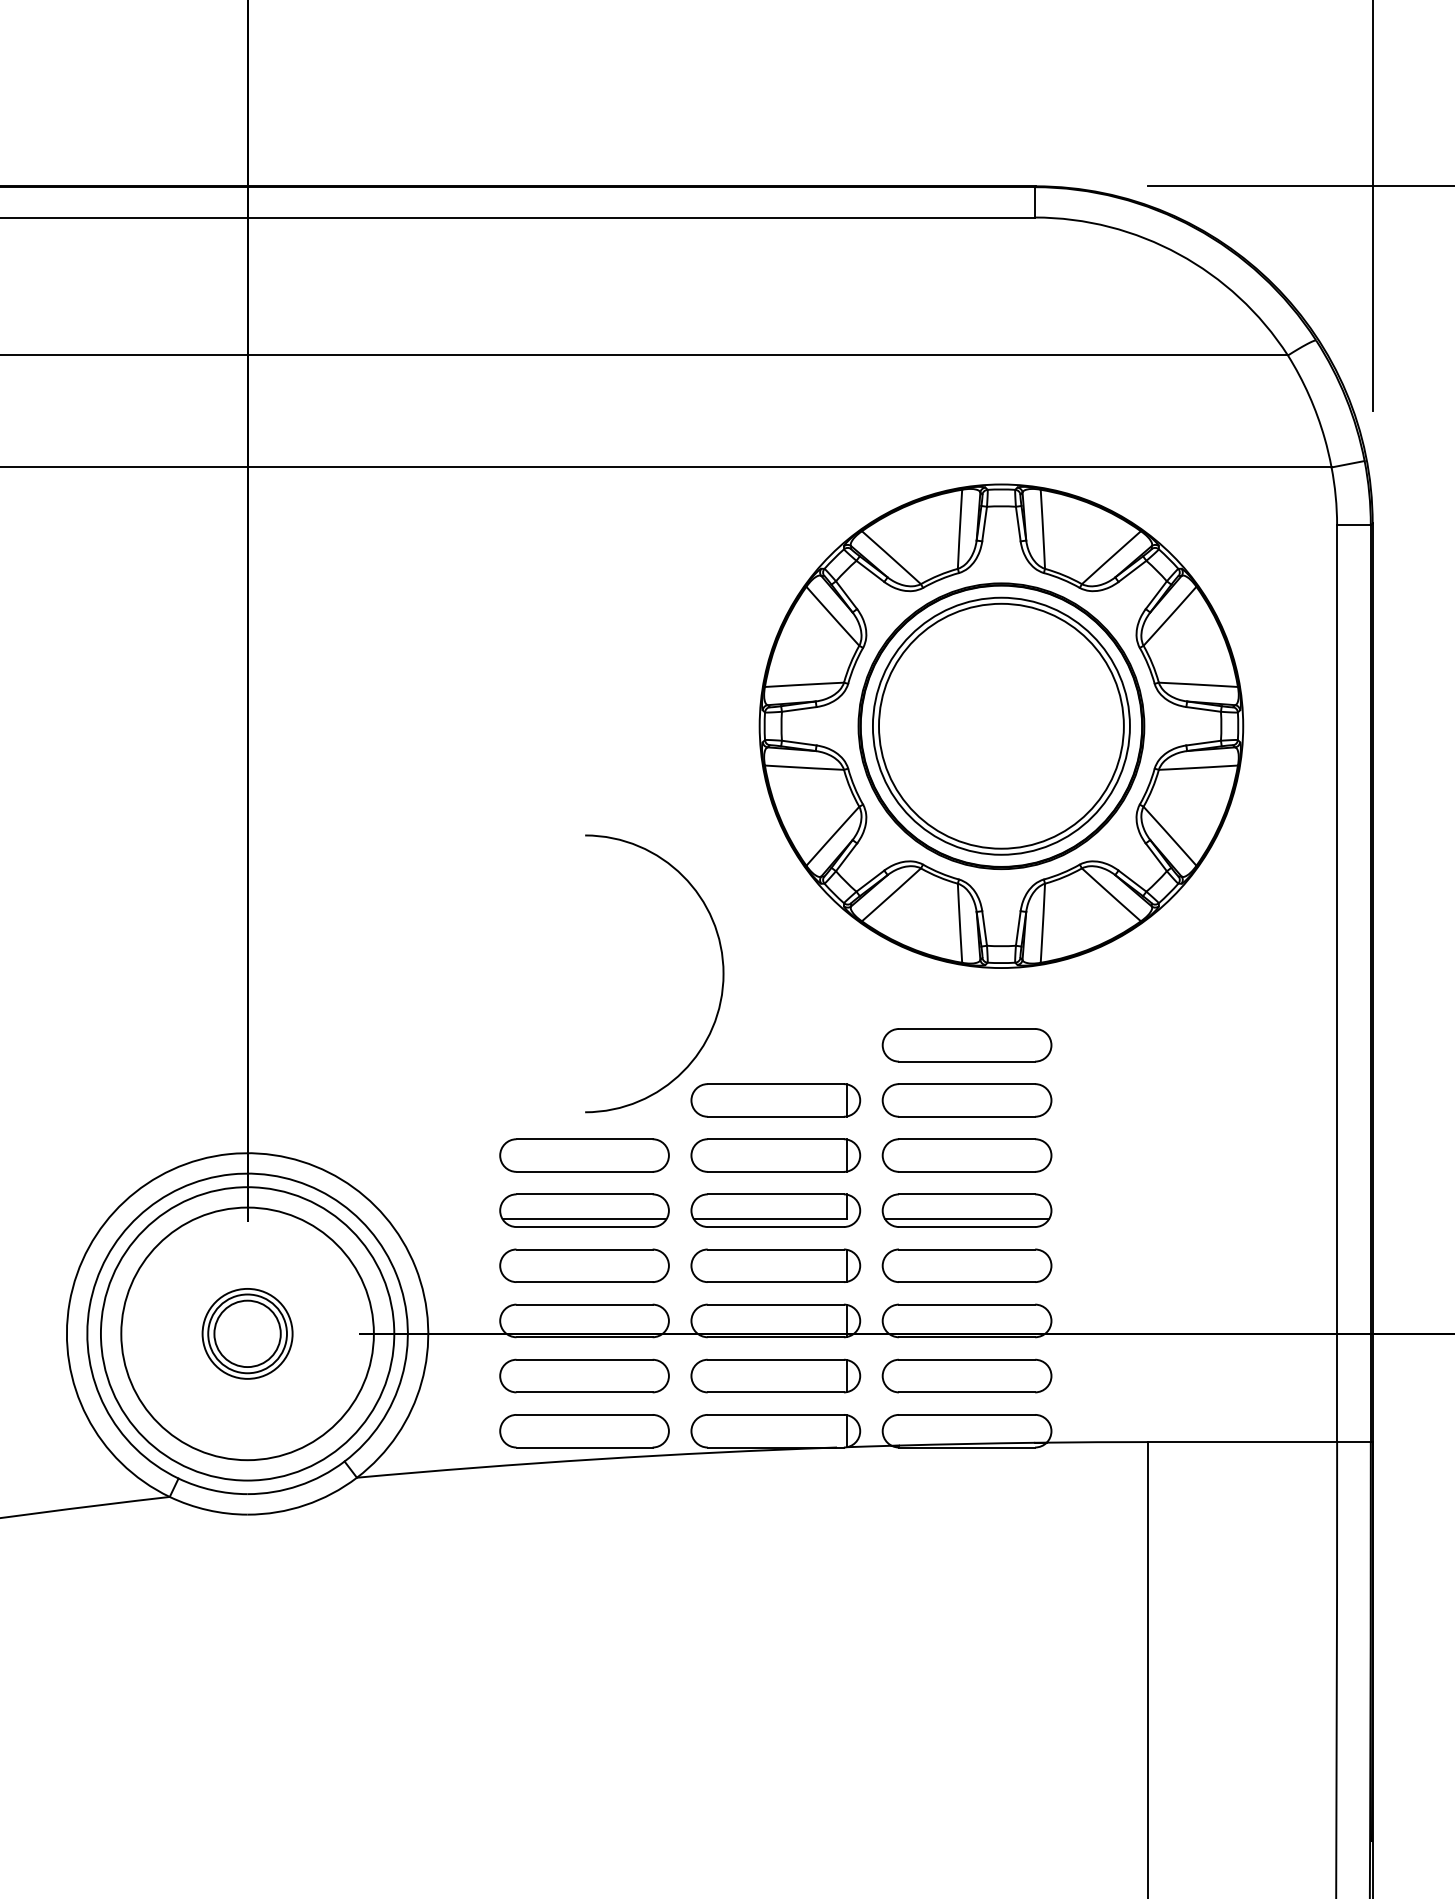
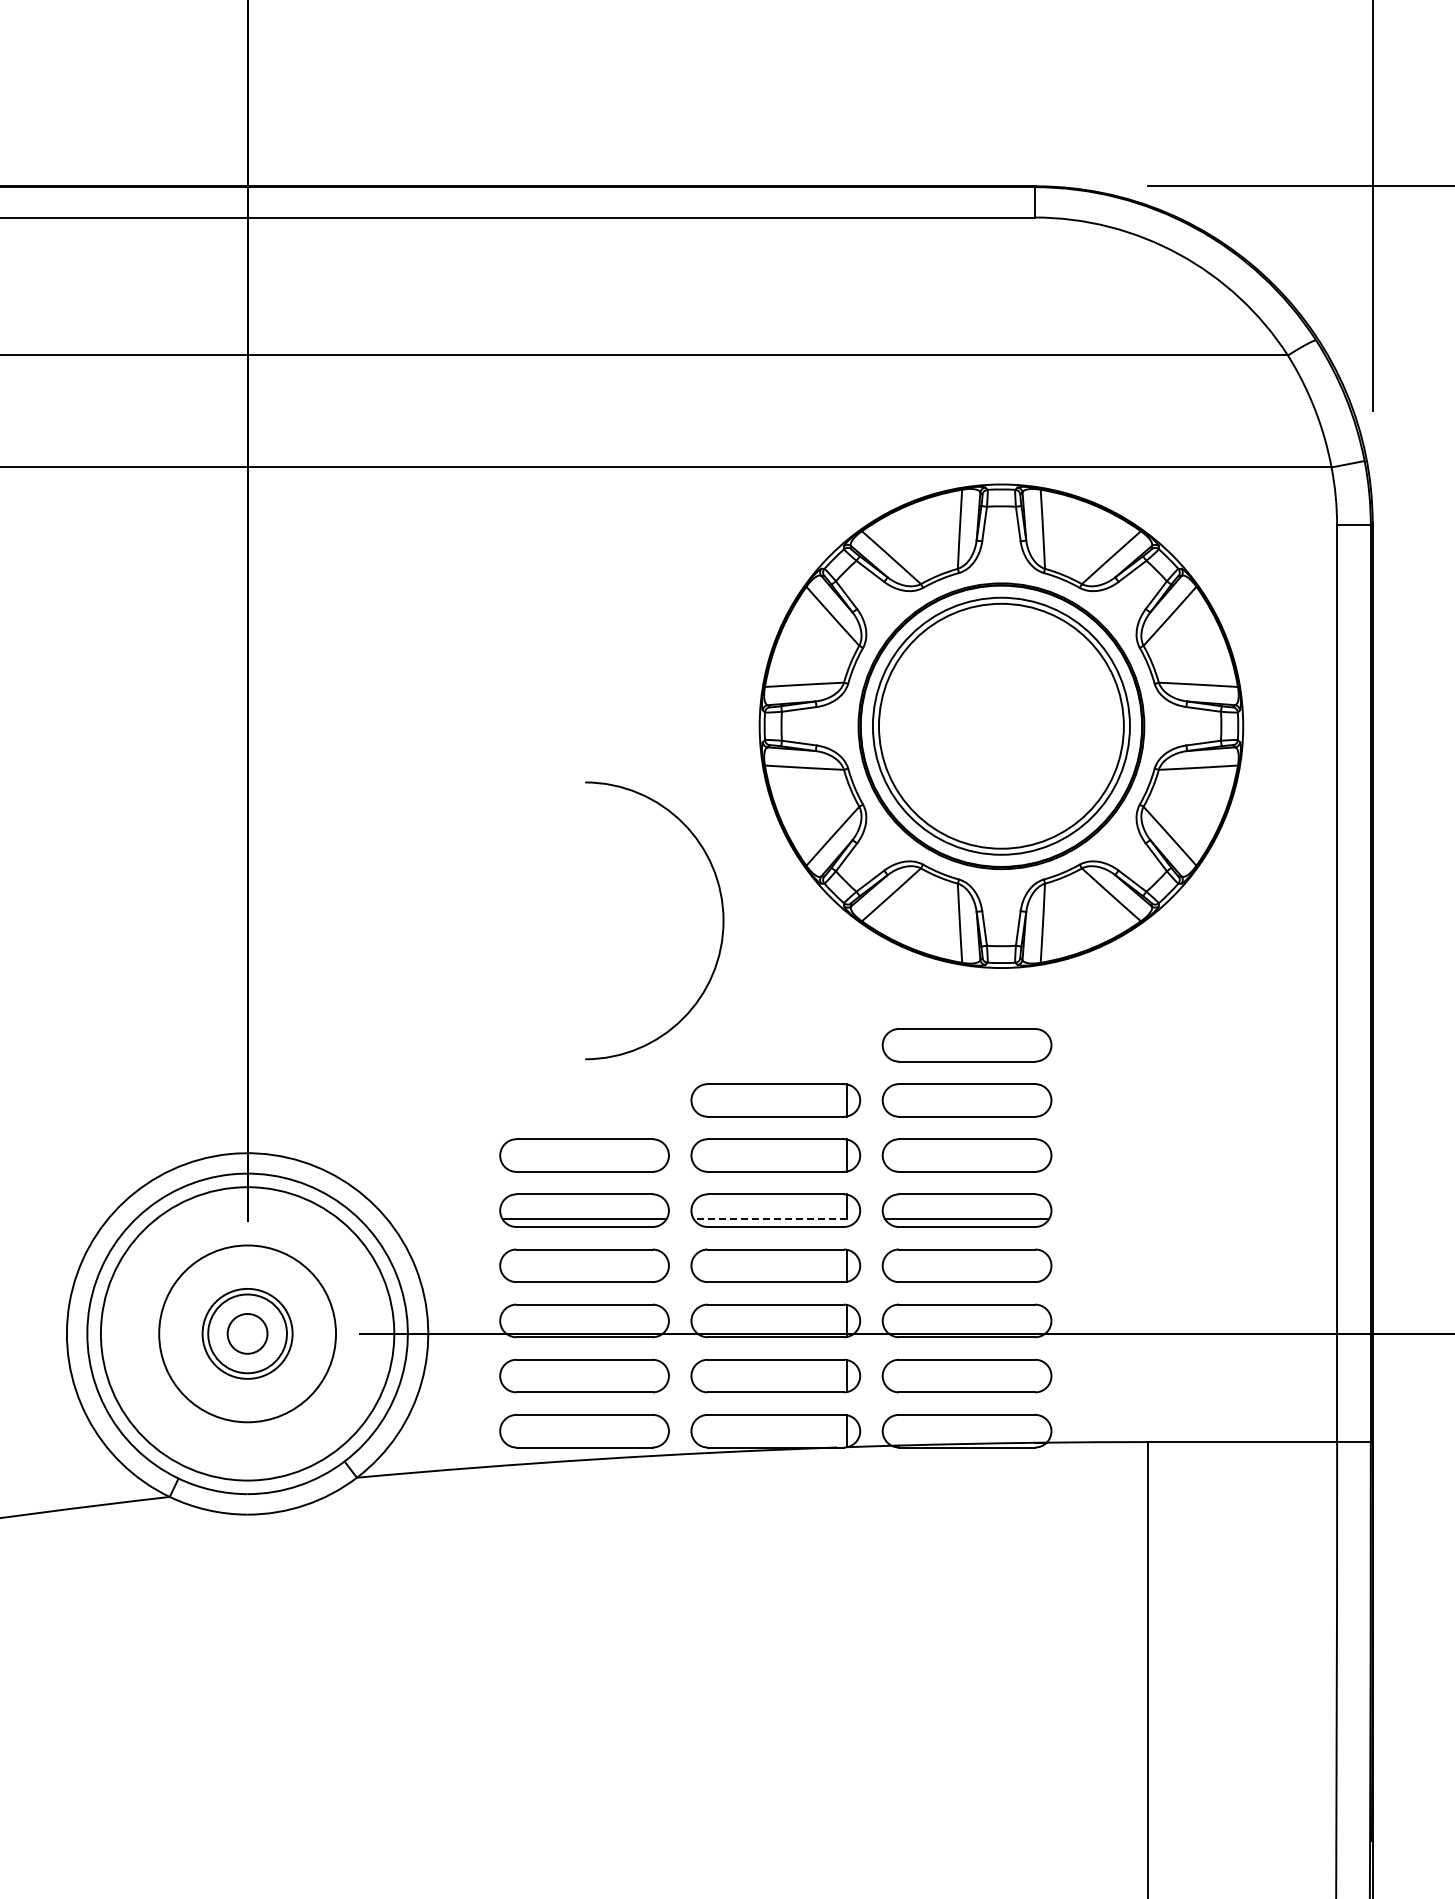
arc at (722, 973) position: (722, 973) -> (722, 920)
line at (770, 1219): solid -> dashed
circle at (247, 1333) diameter: 253 px -> 177 px
circle at (247, 1333) diameter: 66 px -> 40 px
